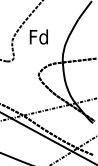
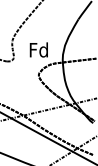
text at (38, 36) position: (38, 36) -> (38, 49)
